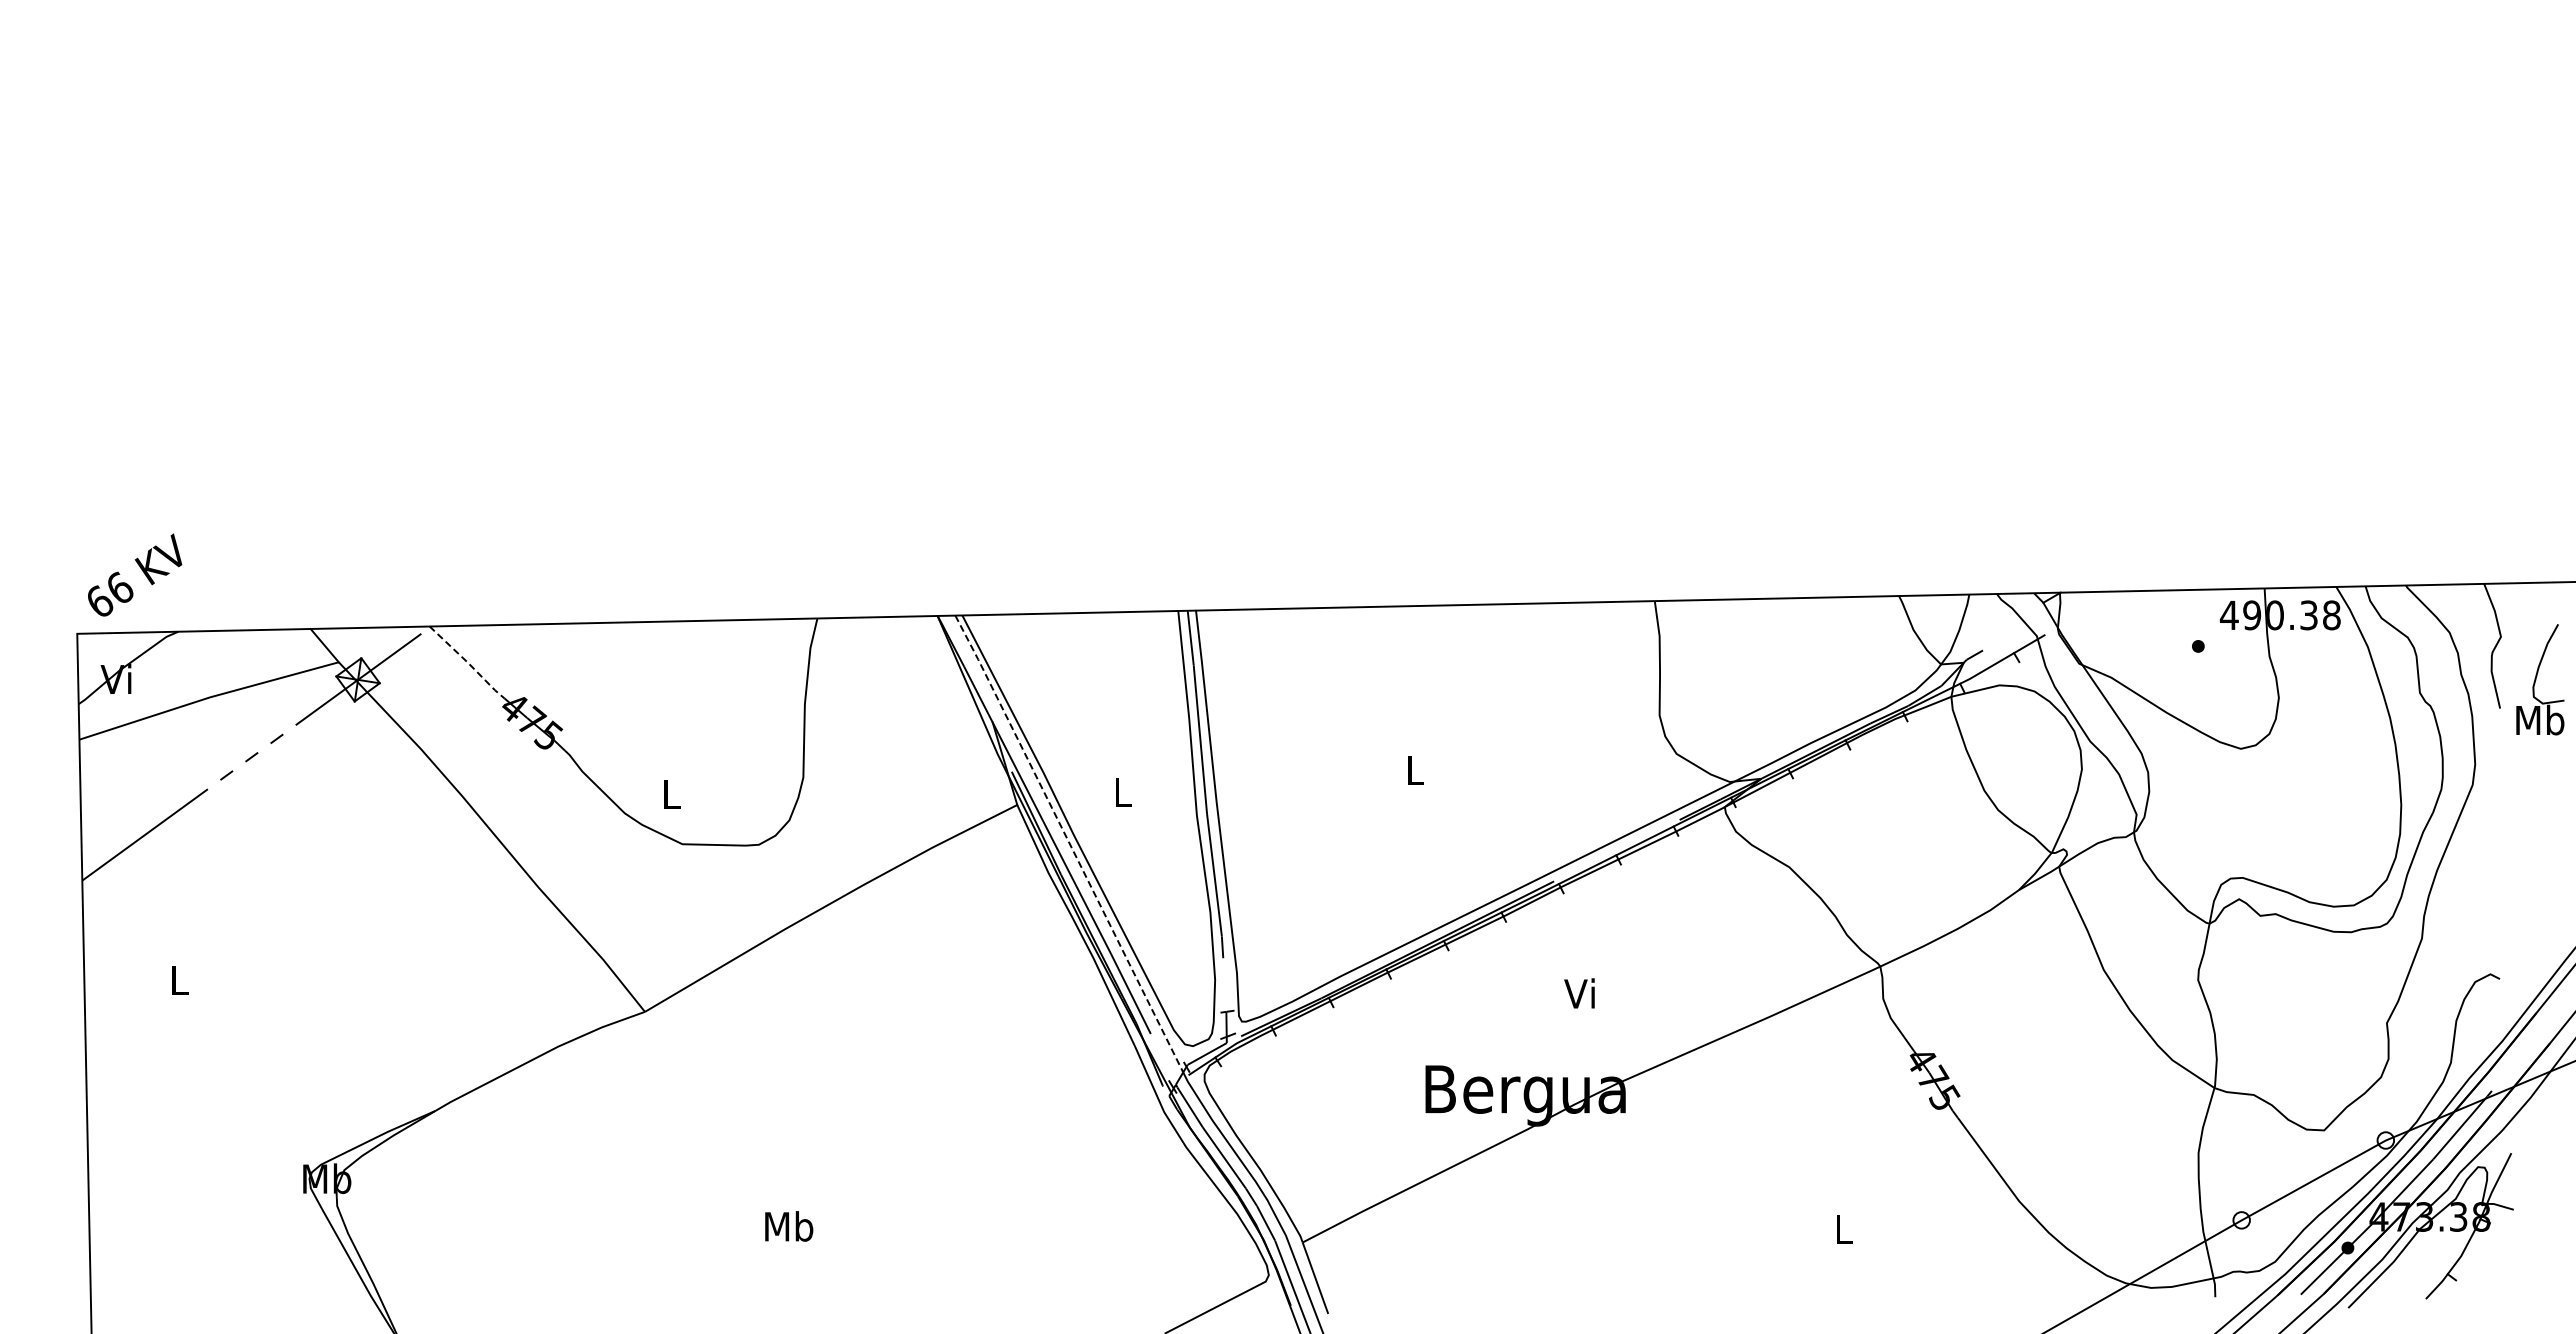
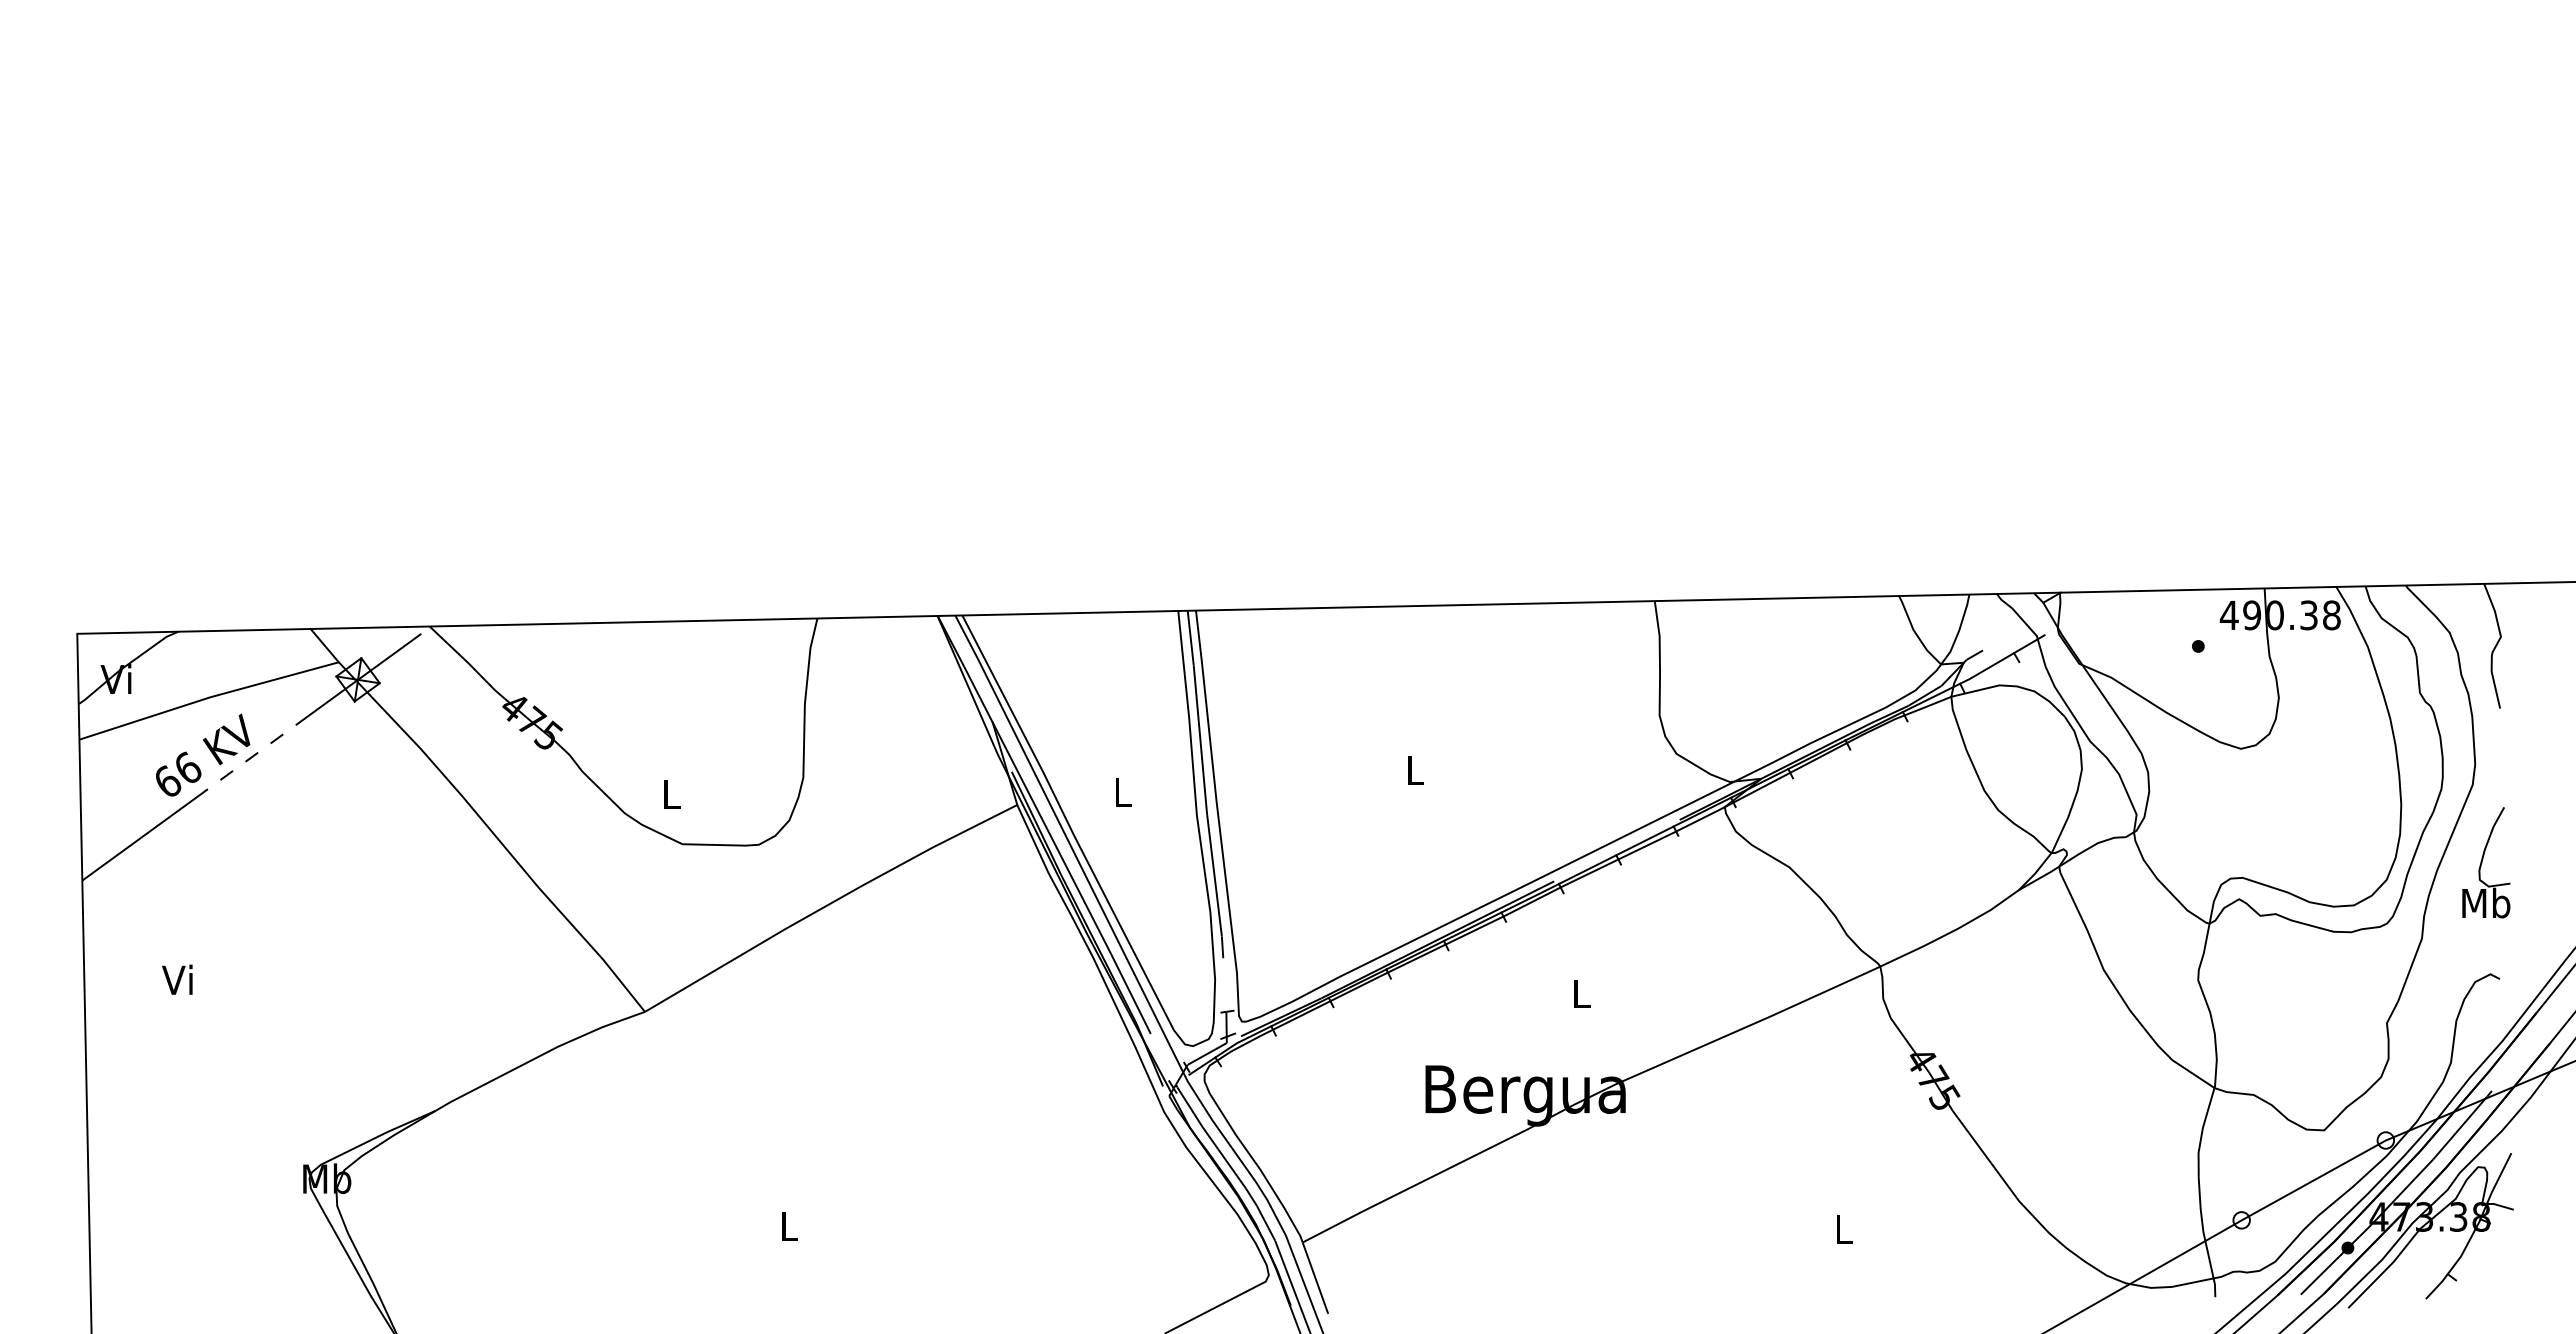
text at (135, 574) position: (135, 574) -> (203, 754)
line at (468, 662): dashed -> solid
part at (2540, 679) position: (2540, 679) -> (2486, 862)
line at (1069, 843): dashed -> solid
text at (177, 979): L -> Vi
text at (1579, 993): Vi -> L
text at (789, 1226): Mb -> L
